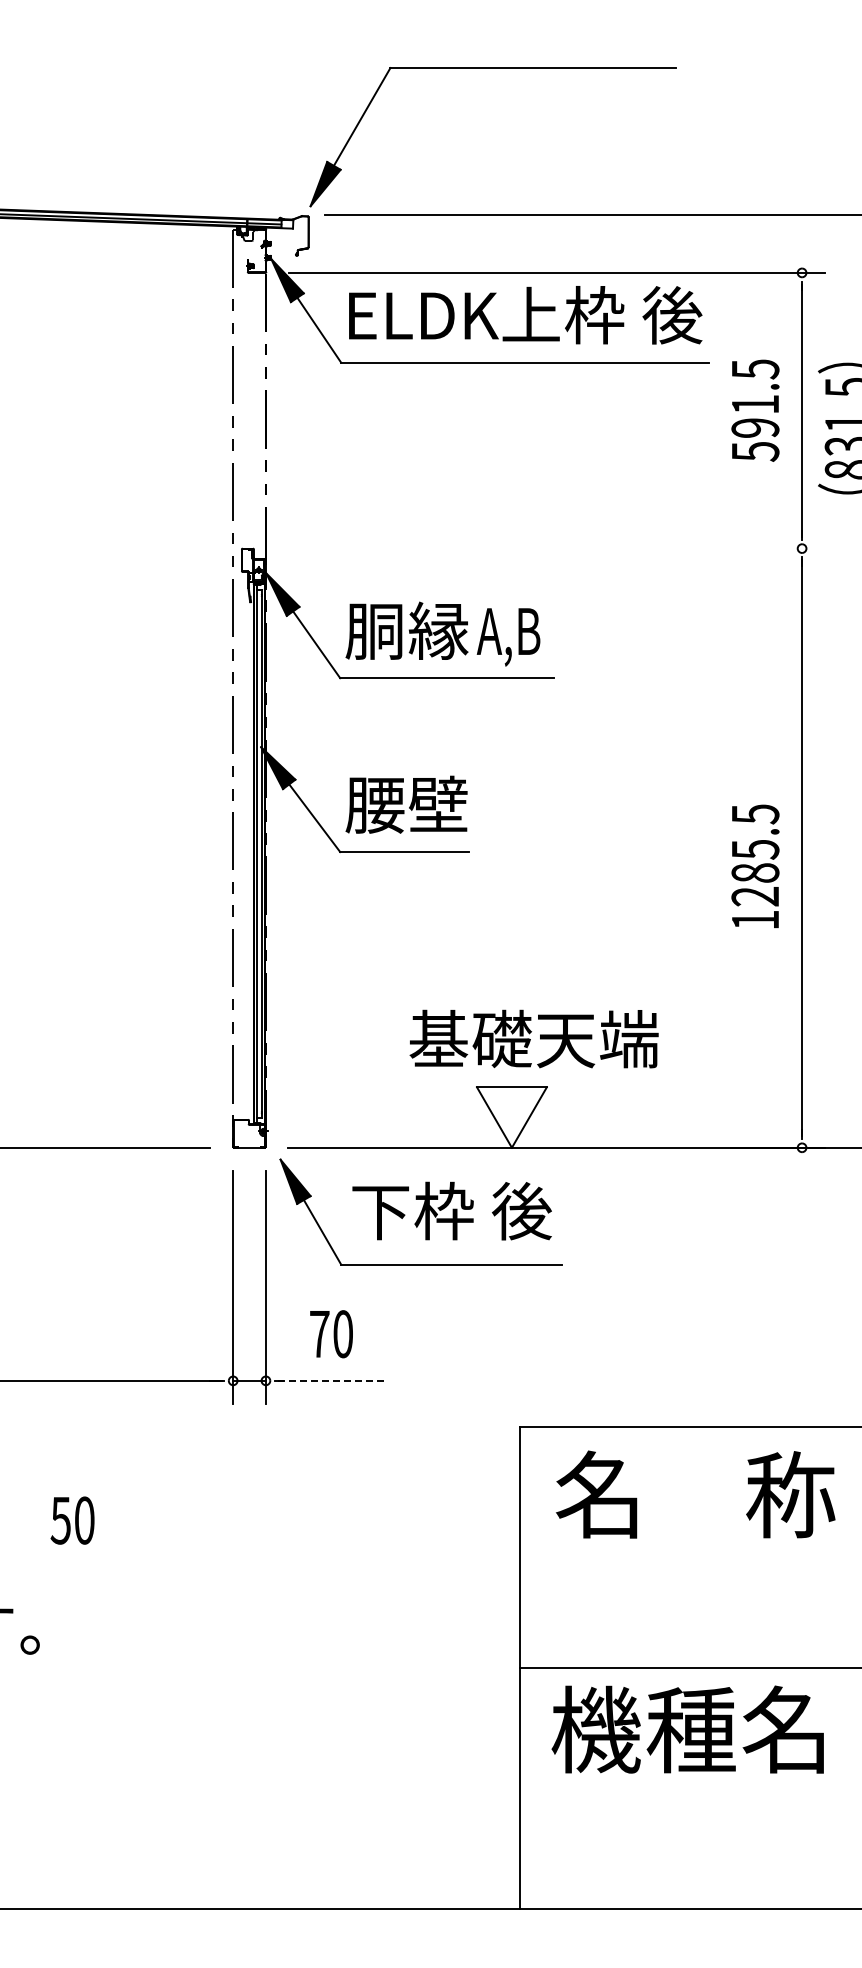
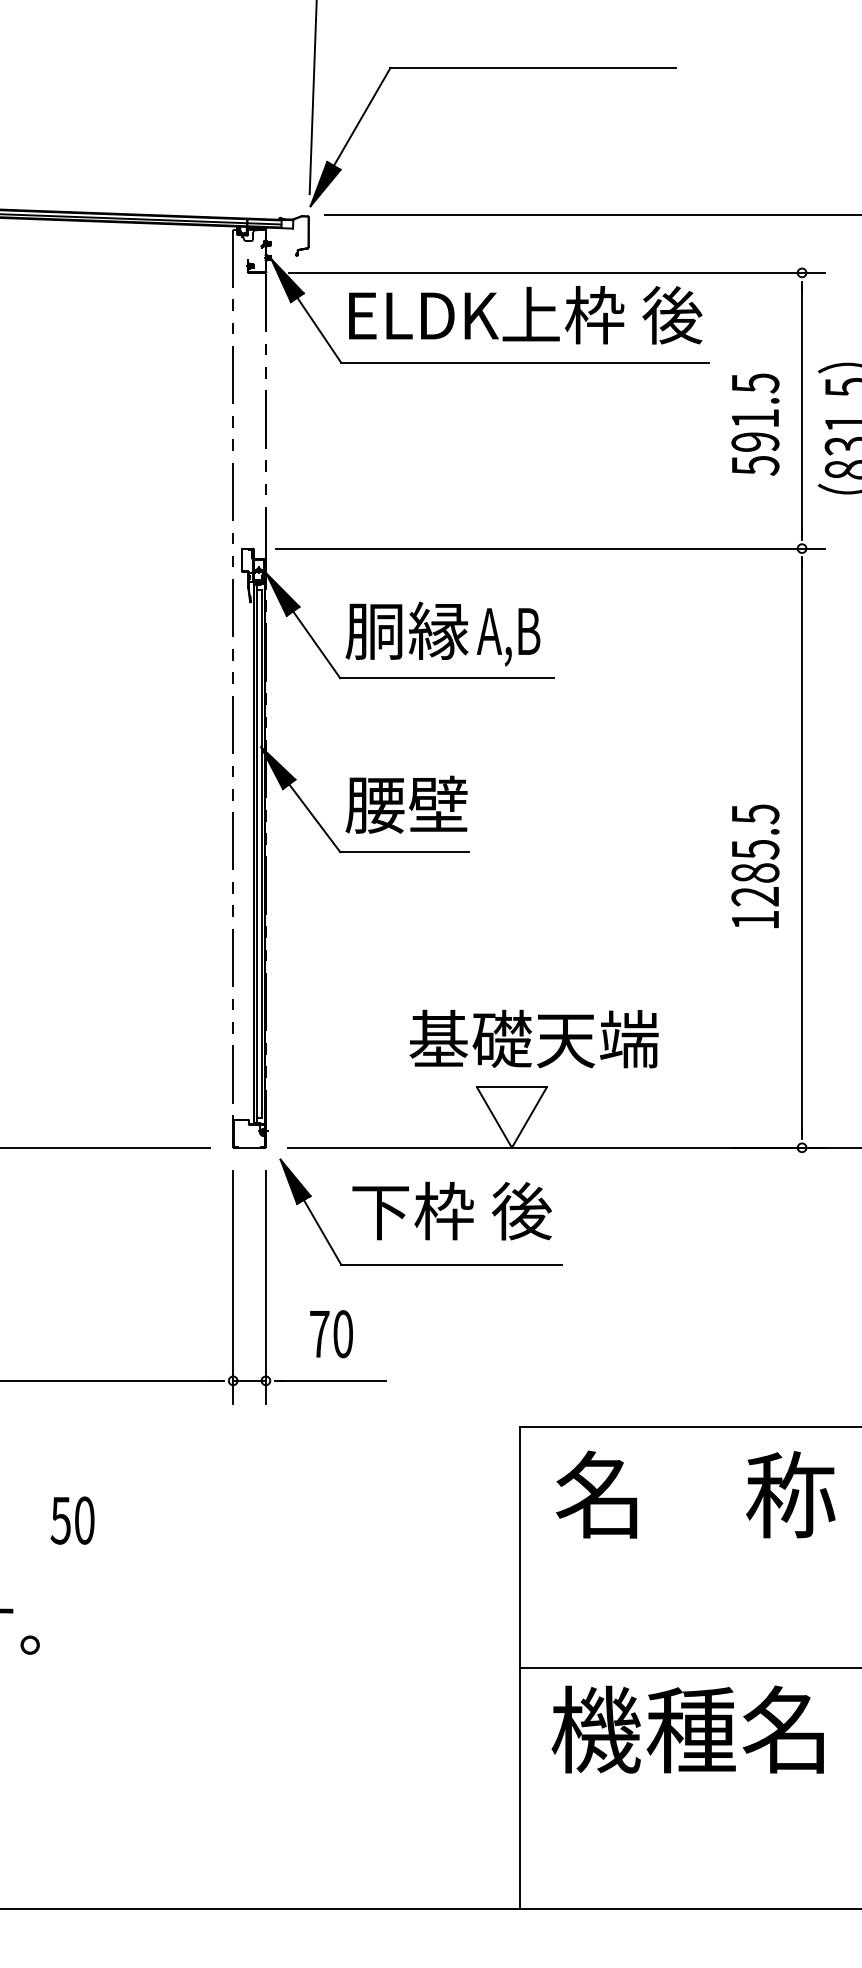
line at (312, 98): none -> present
text at (755, 410) position: (755, 410) -> (755, 424)
line at (550, 548): none -> present
line at (332, 1380): dashed -> solid
